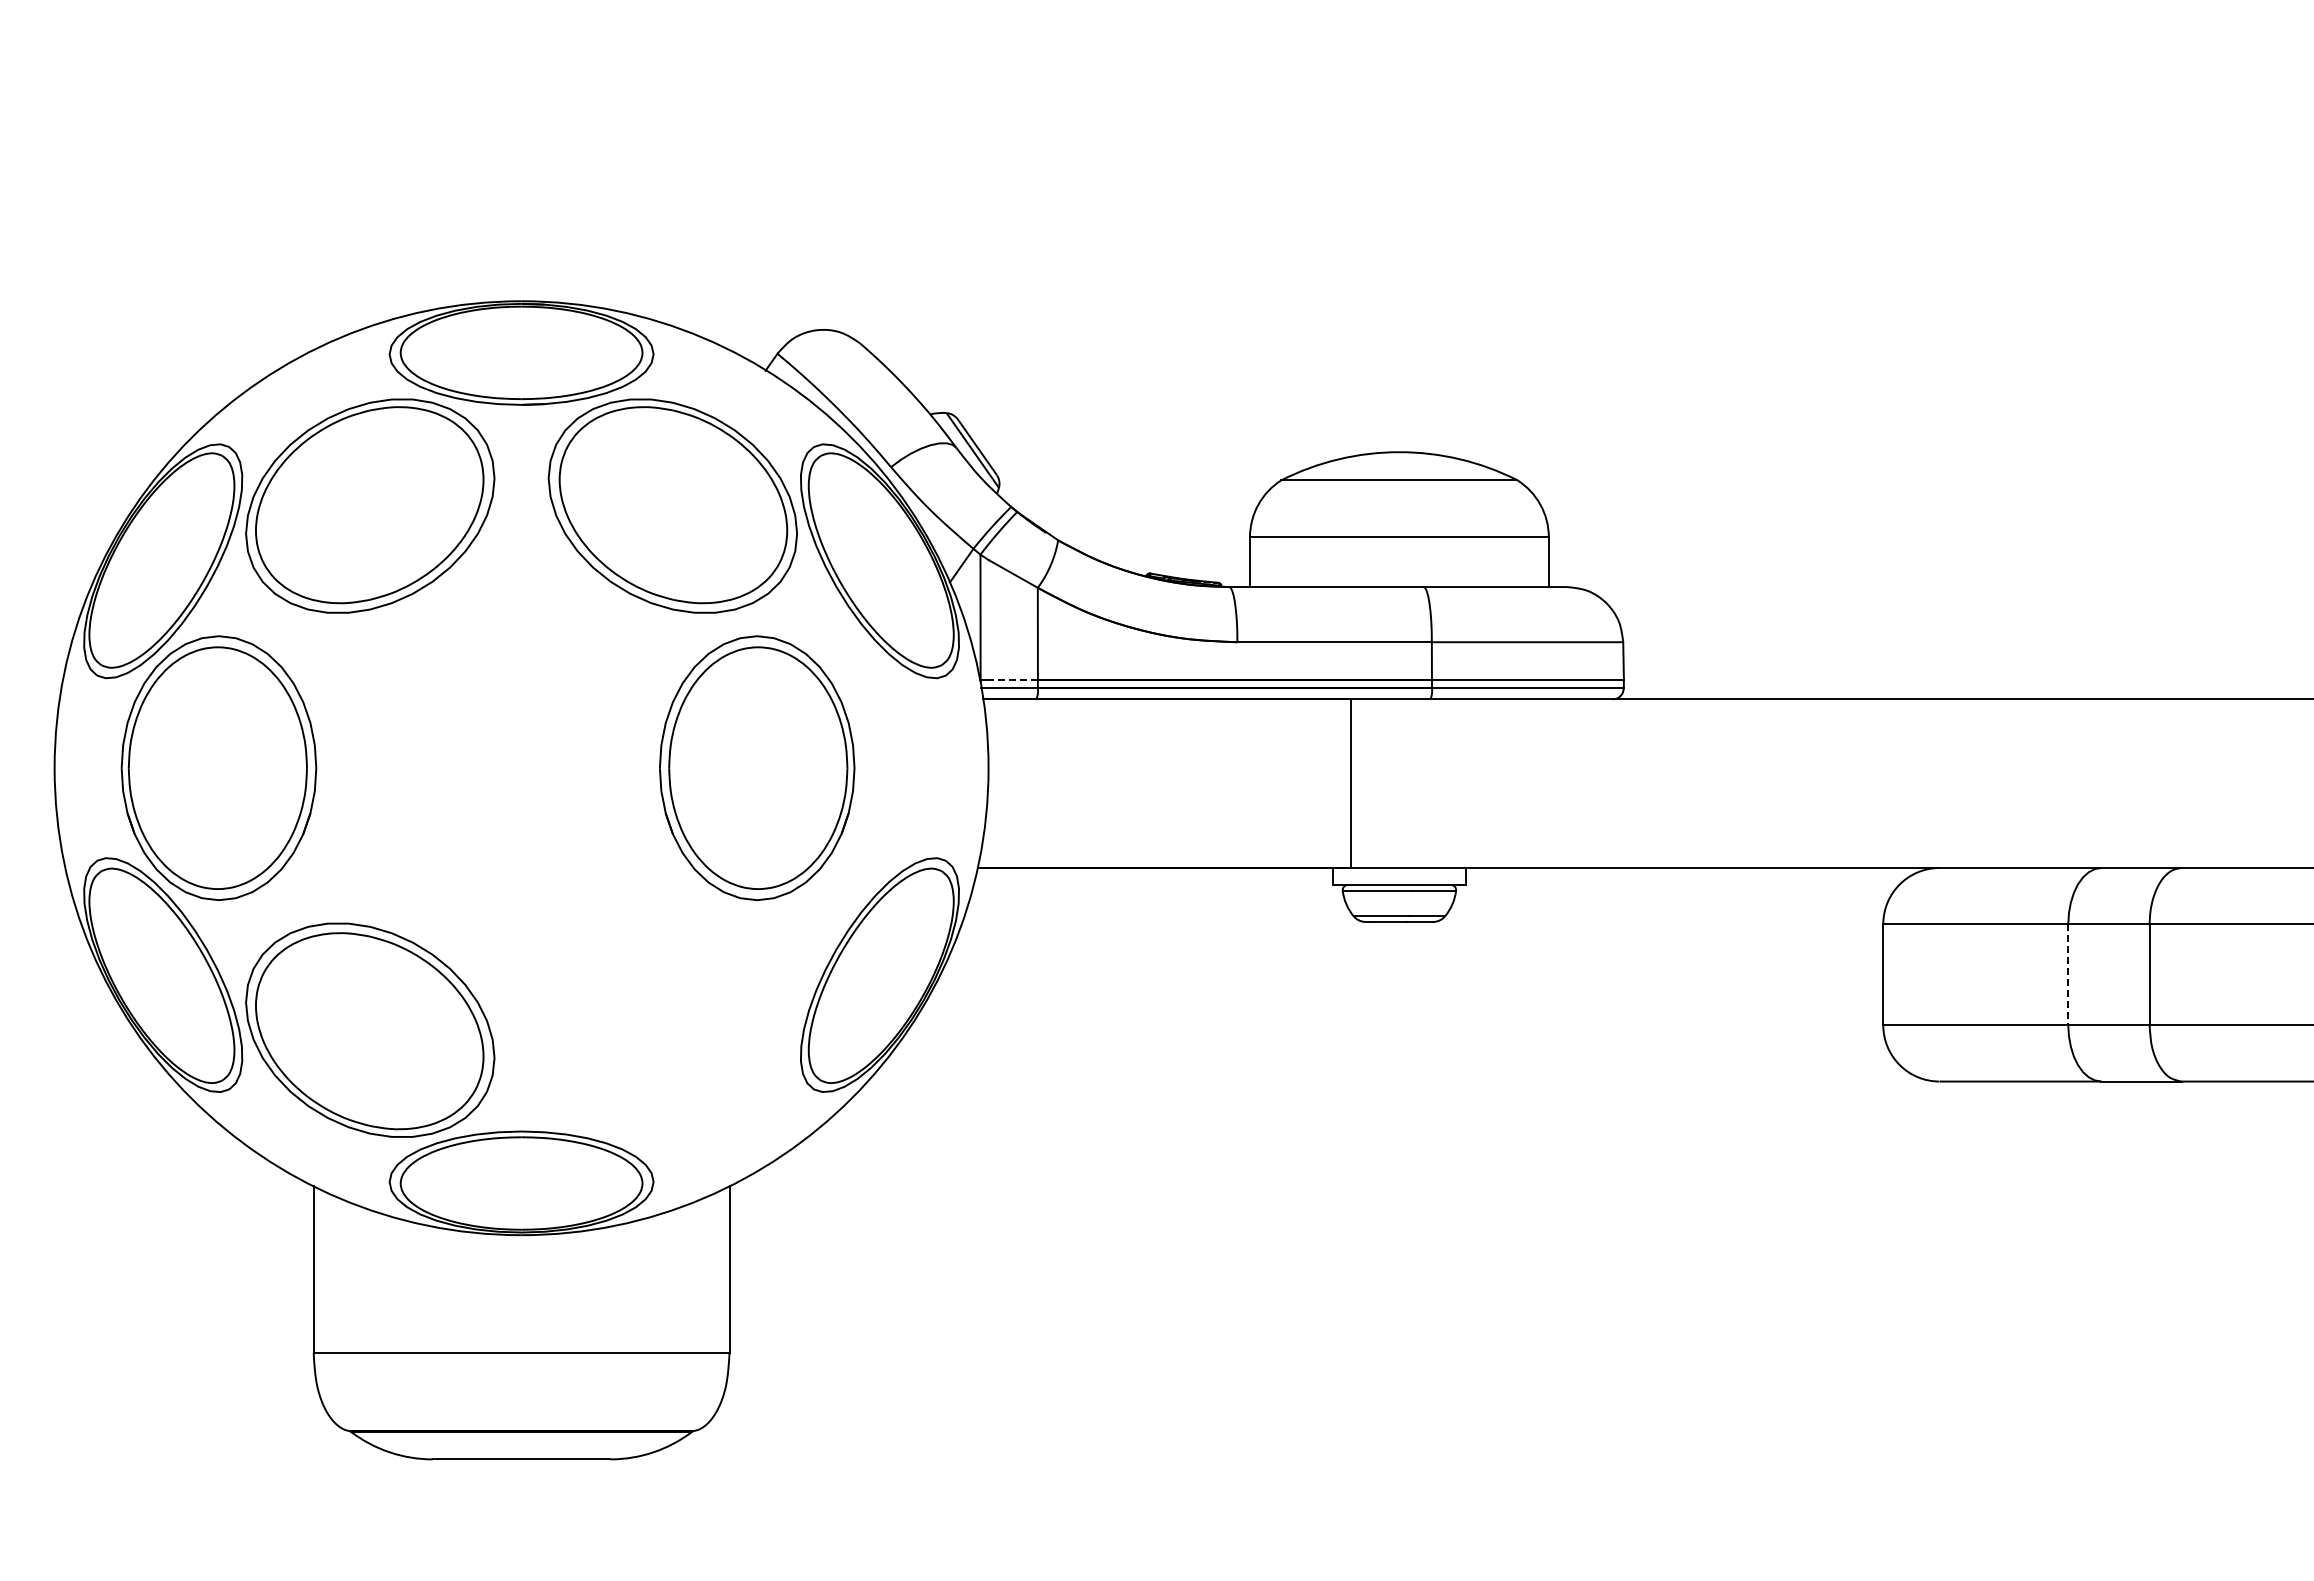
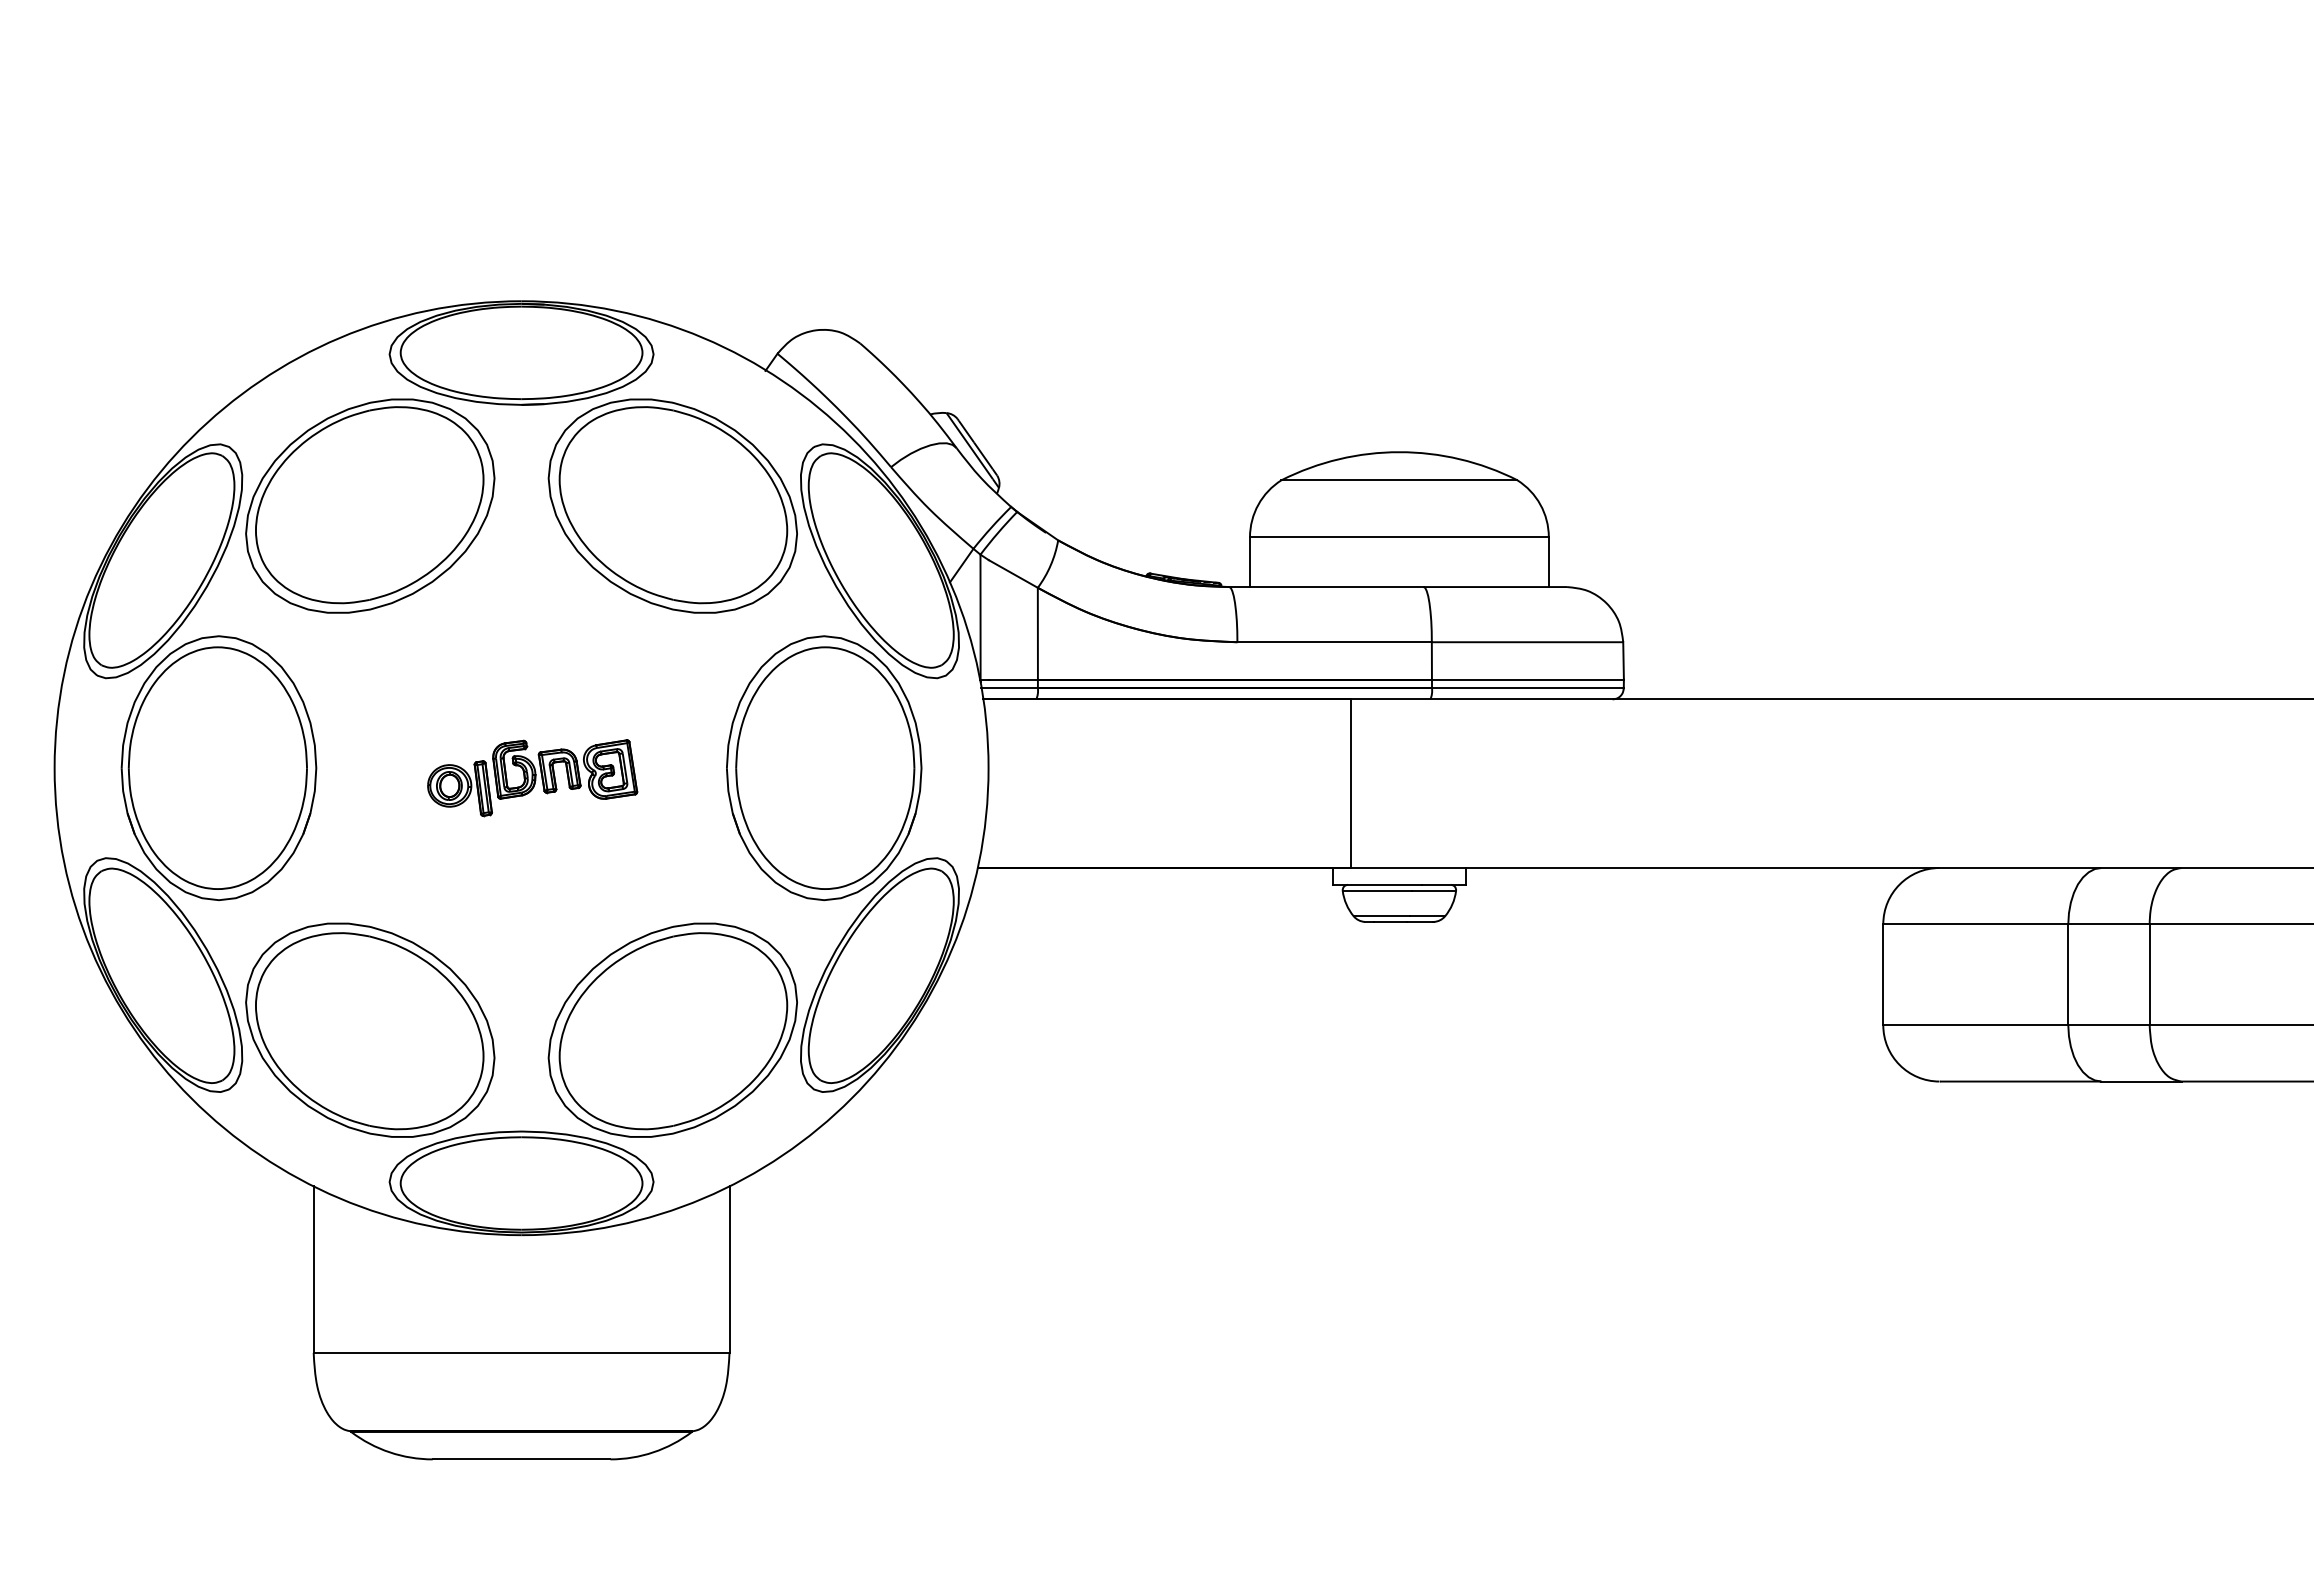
line at (1012, 679): dashed -> solid
part at (757, 768) position: (757, 768) -> (824, 768)
part at (532, 778): none -> present
line at (2068, 974): dashed -> solid
part at (672, 1029): none -> present
